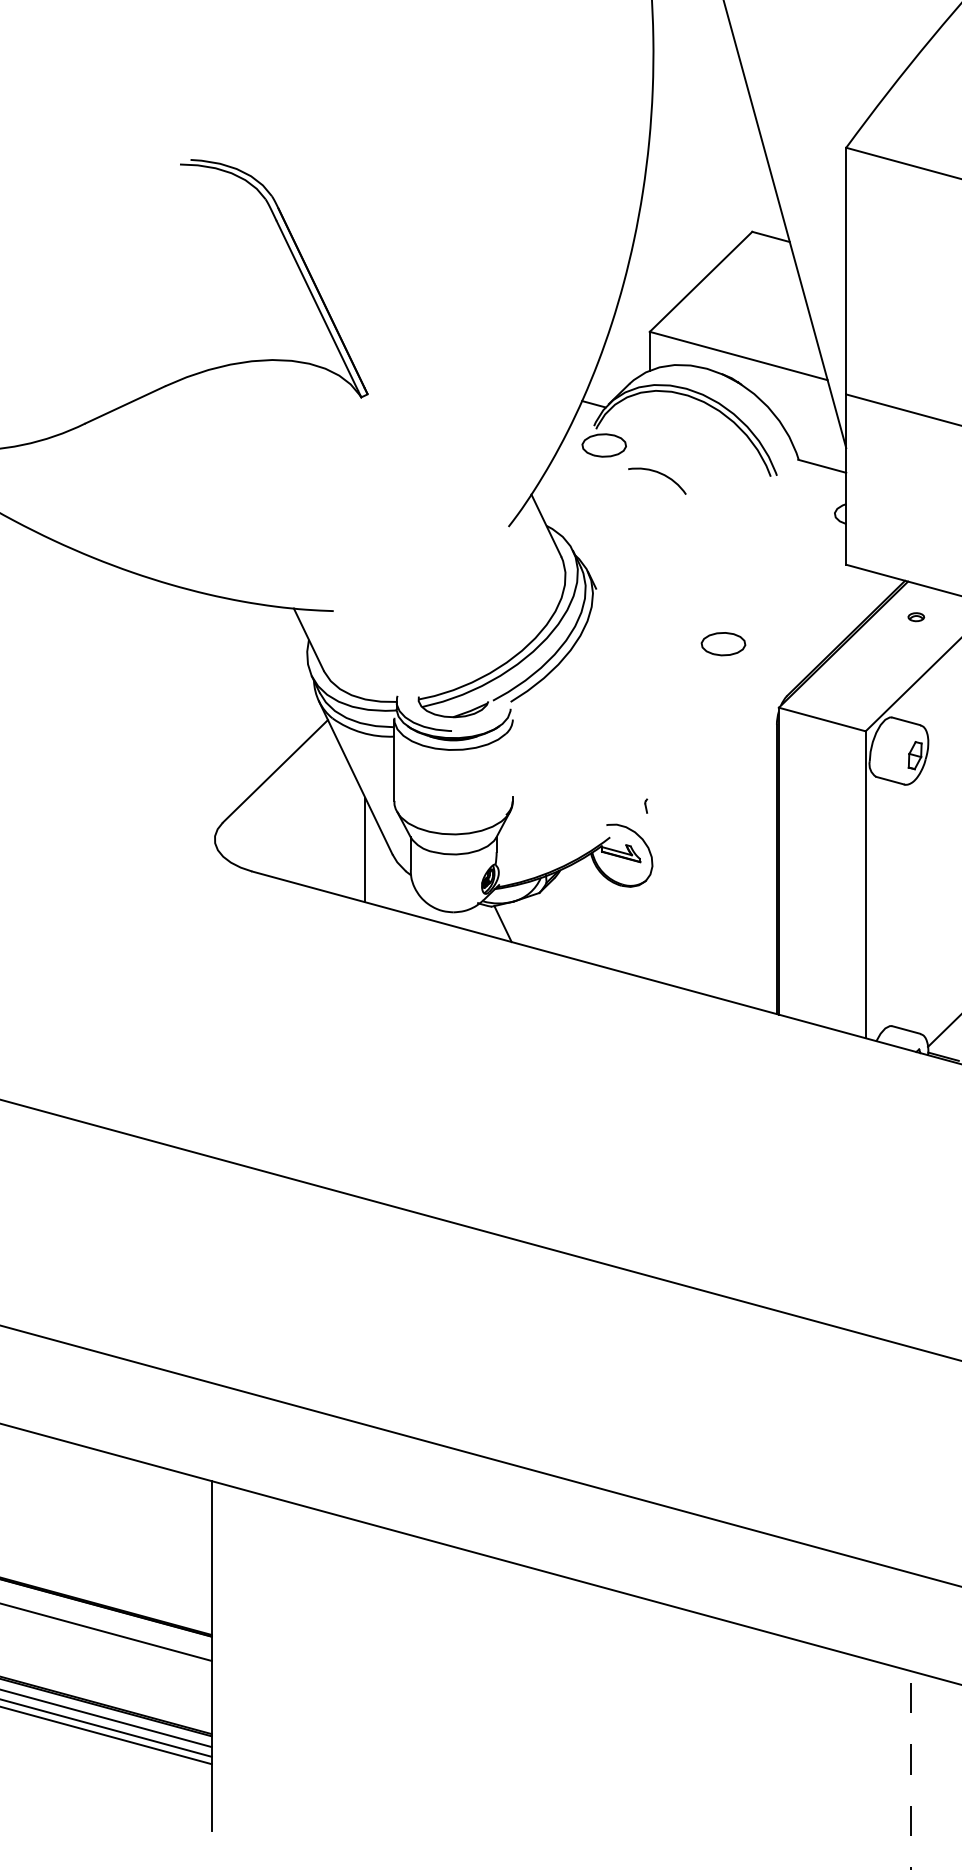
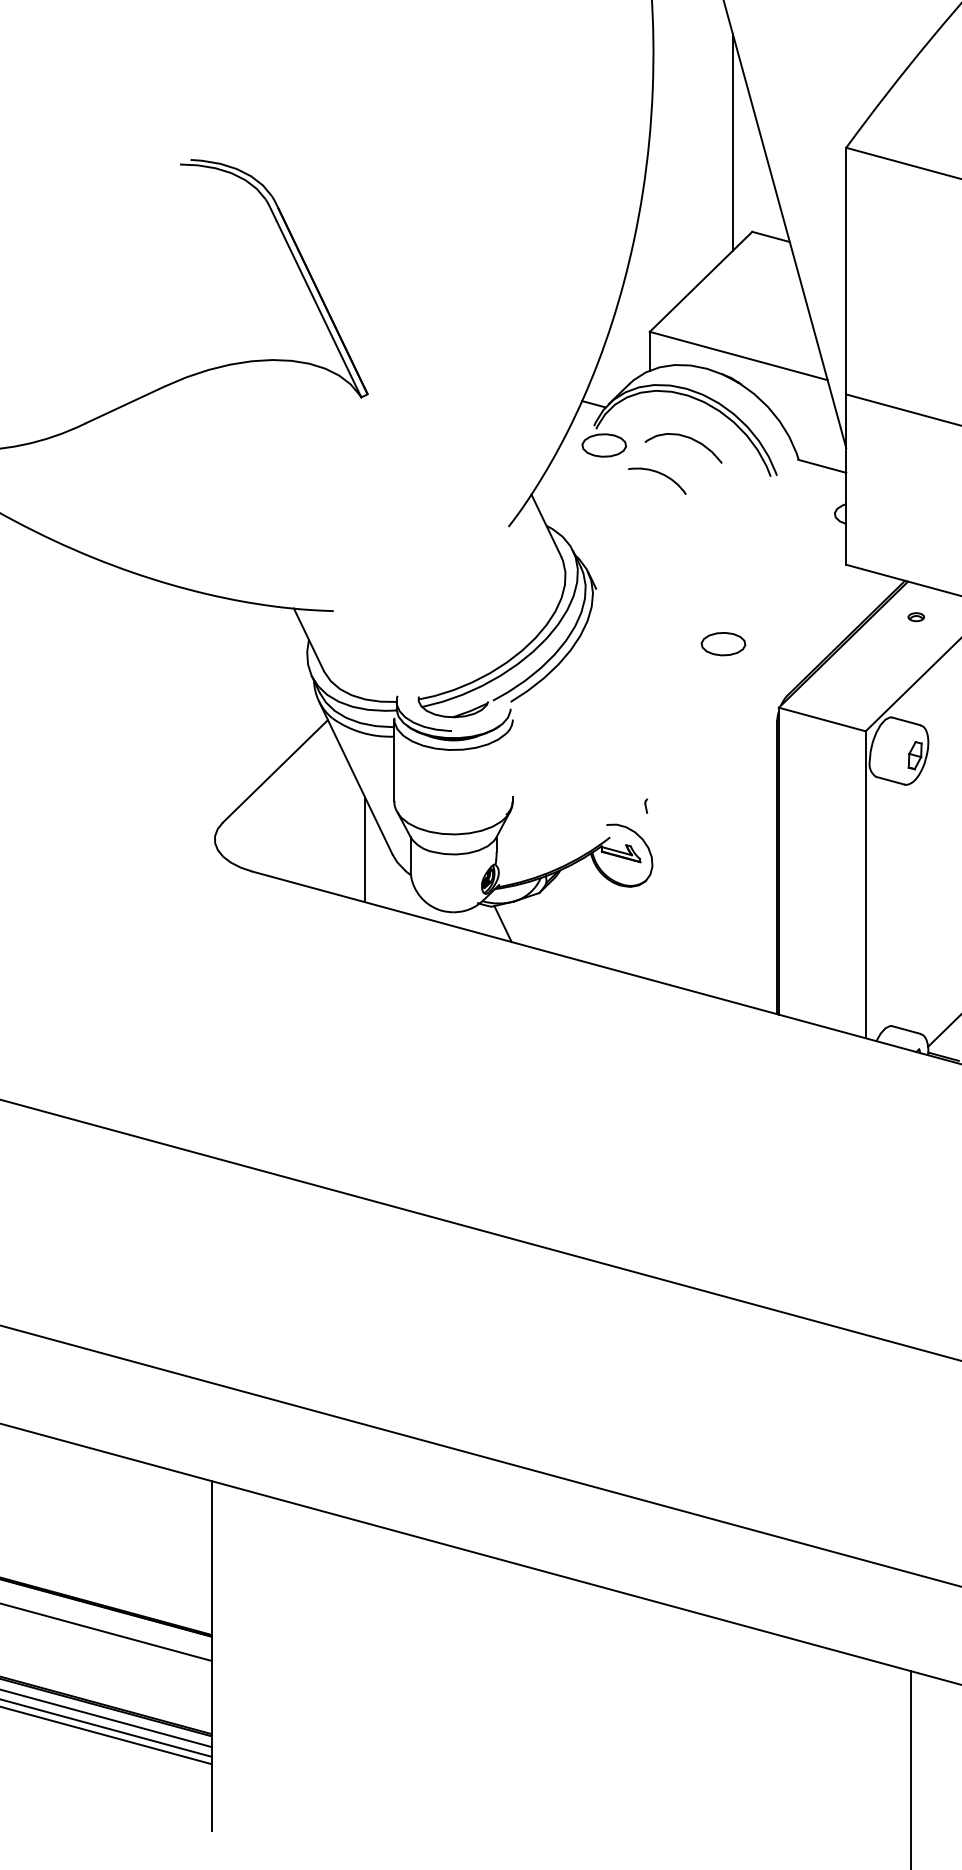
line at (732, 142): none -> present
curve at (687, 438): none -> present
line at (910, 1770): dashed -> solid
